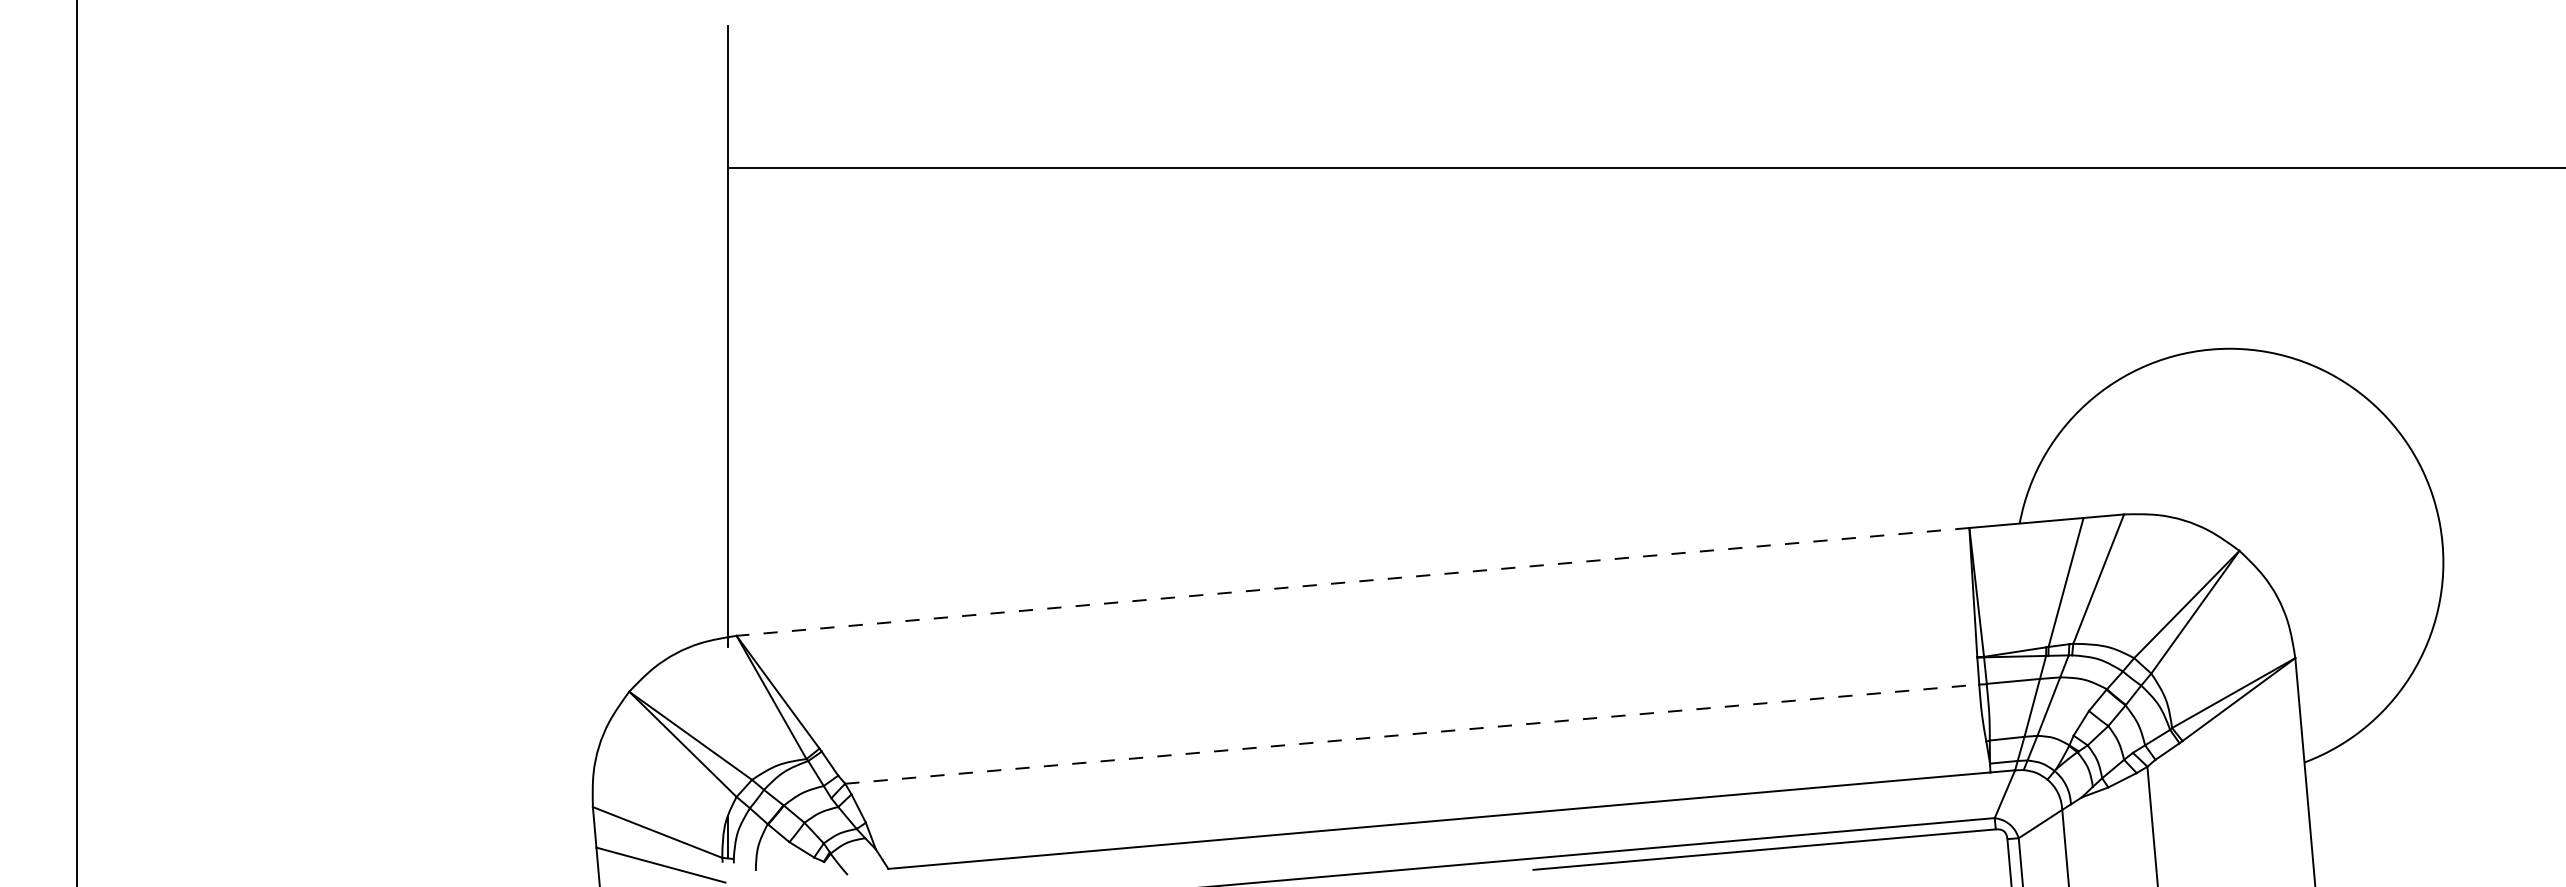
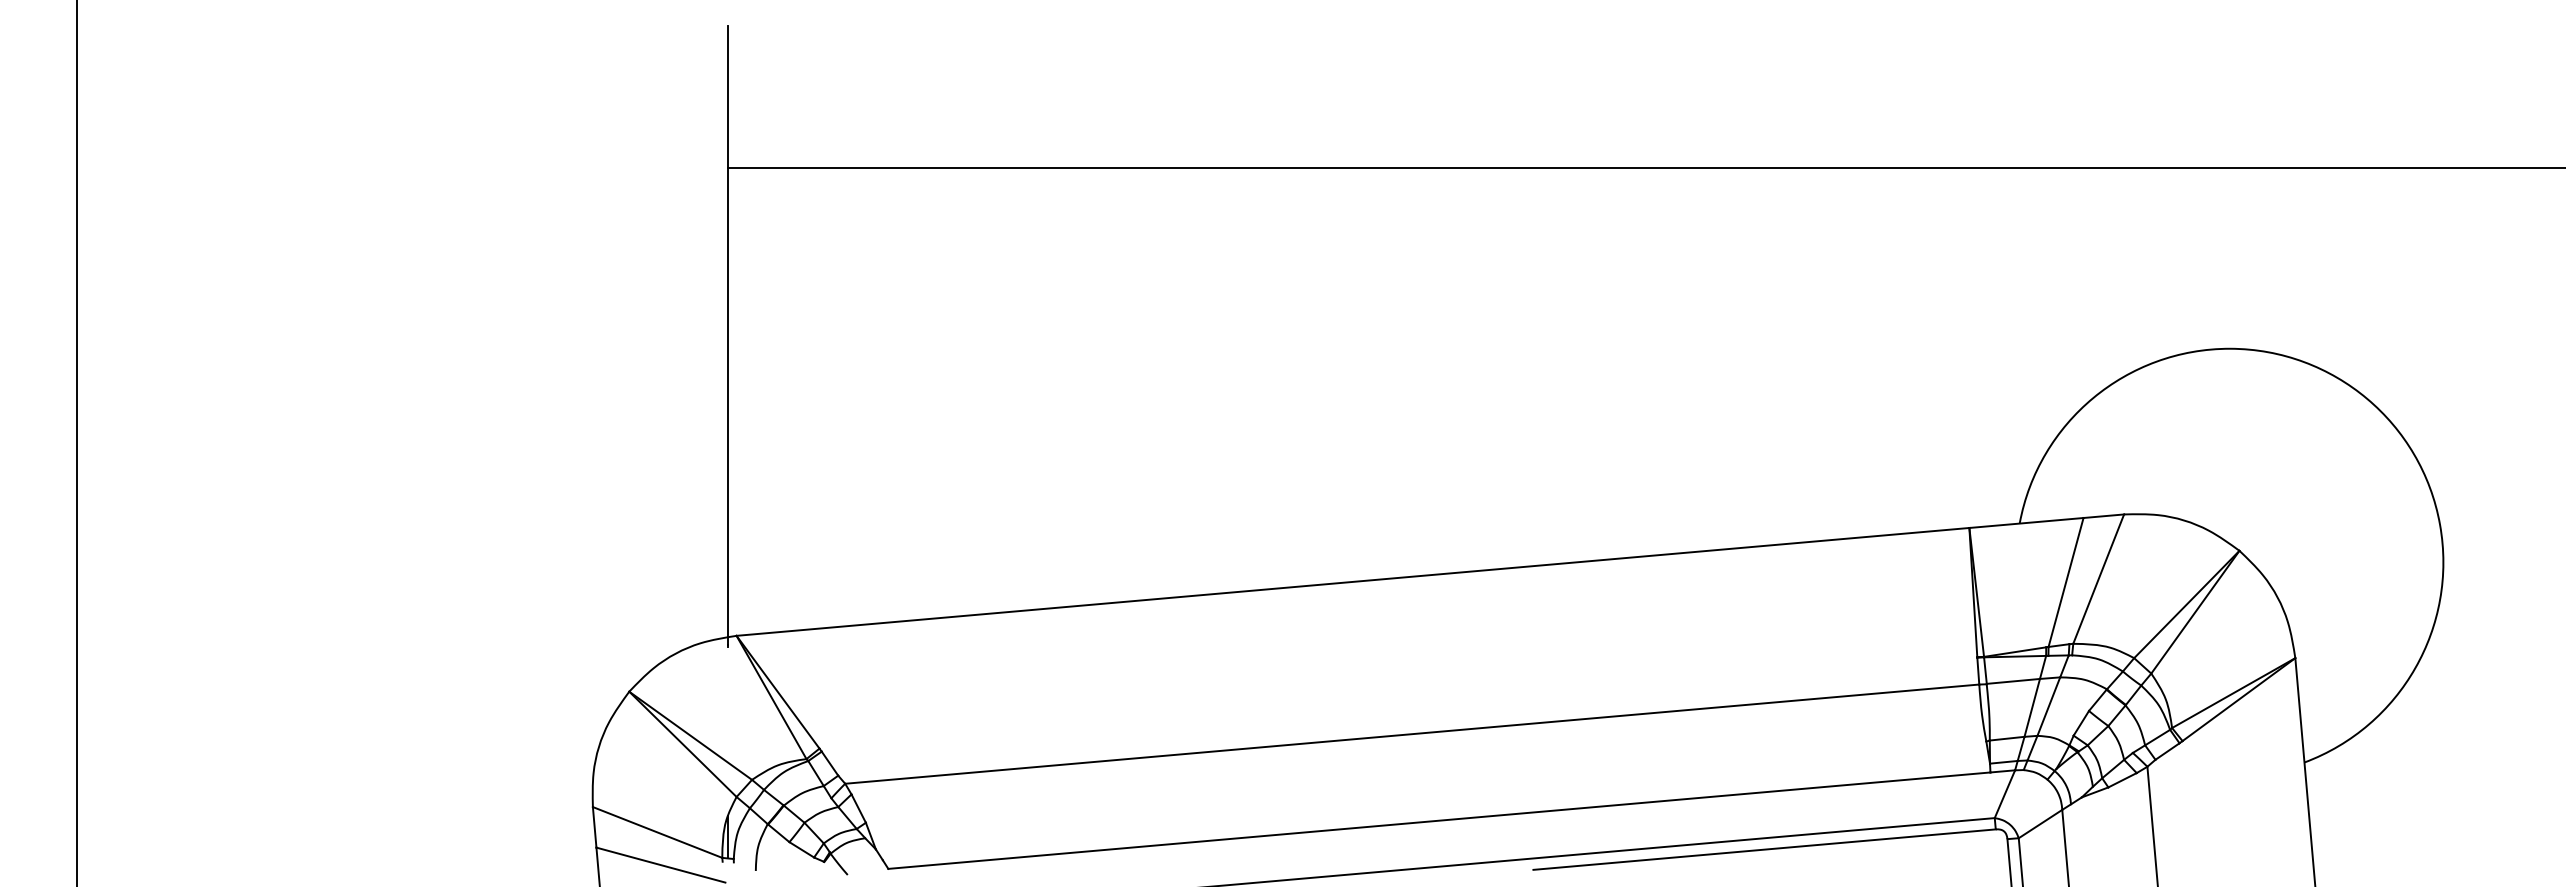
line at (1352, 581): dashed -> solid
line at (1412, 734): dashed -> solid
